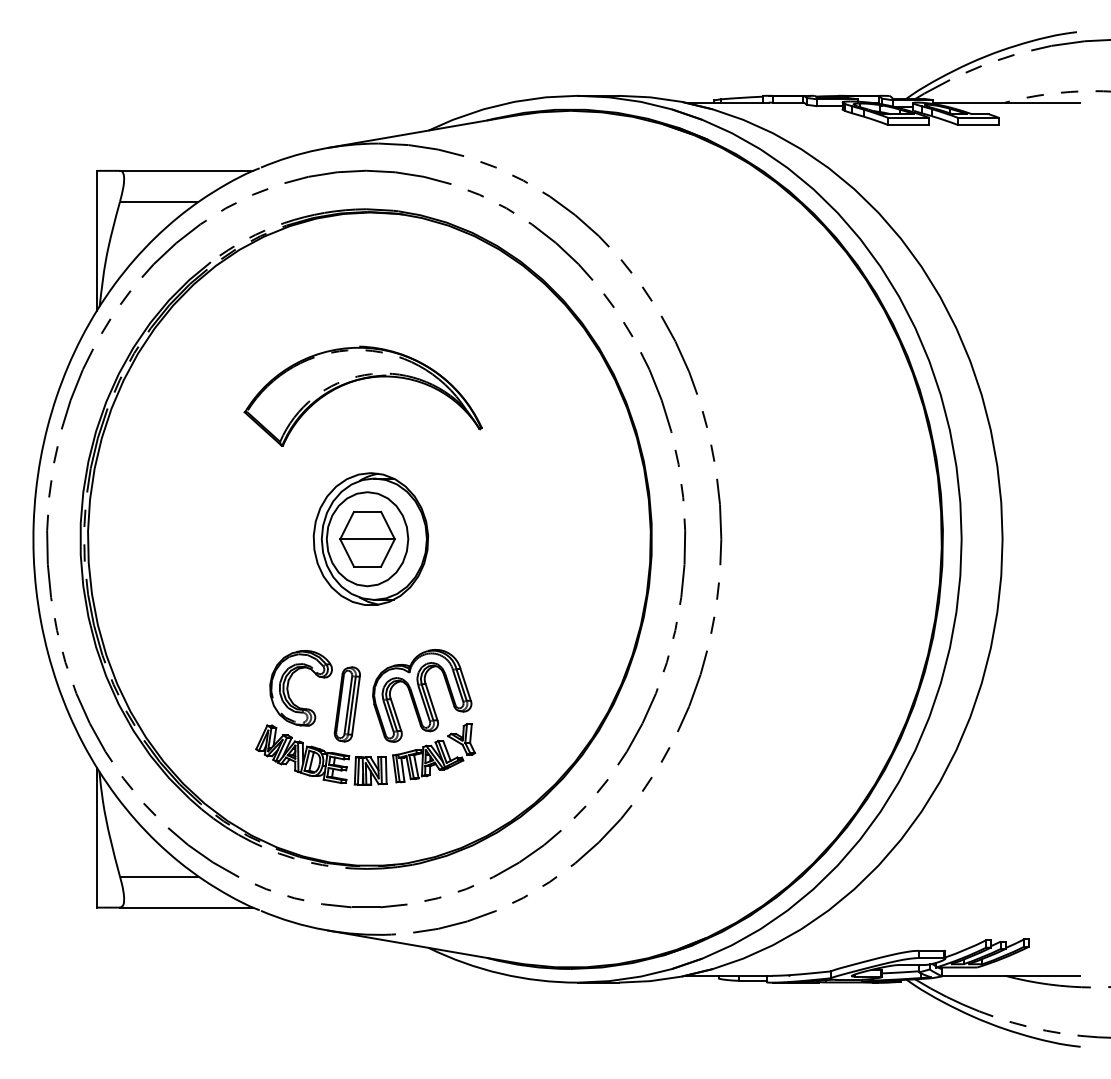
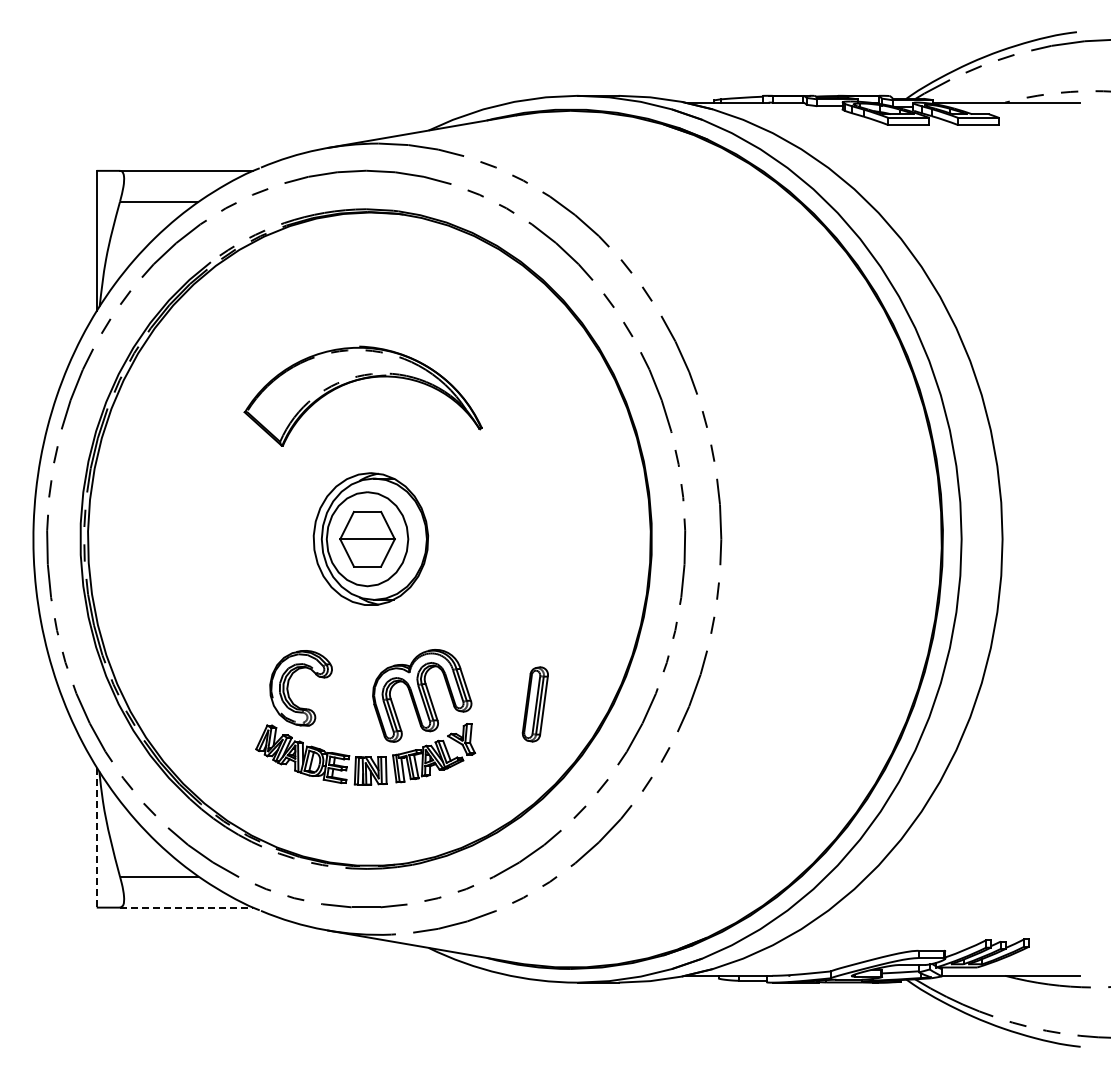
part at (346, 704) position: (346, 704) -> (534, 704)
line at (96, 837): solid -> dashed
line at (186, 907): solid -> dashed
